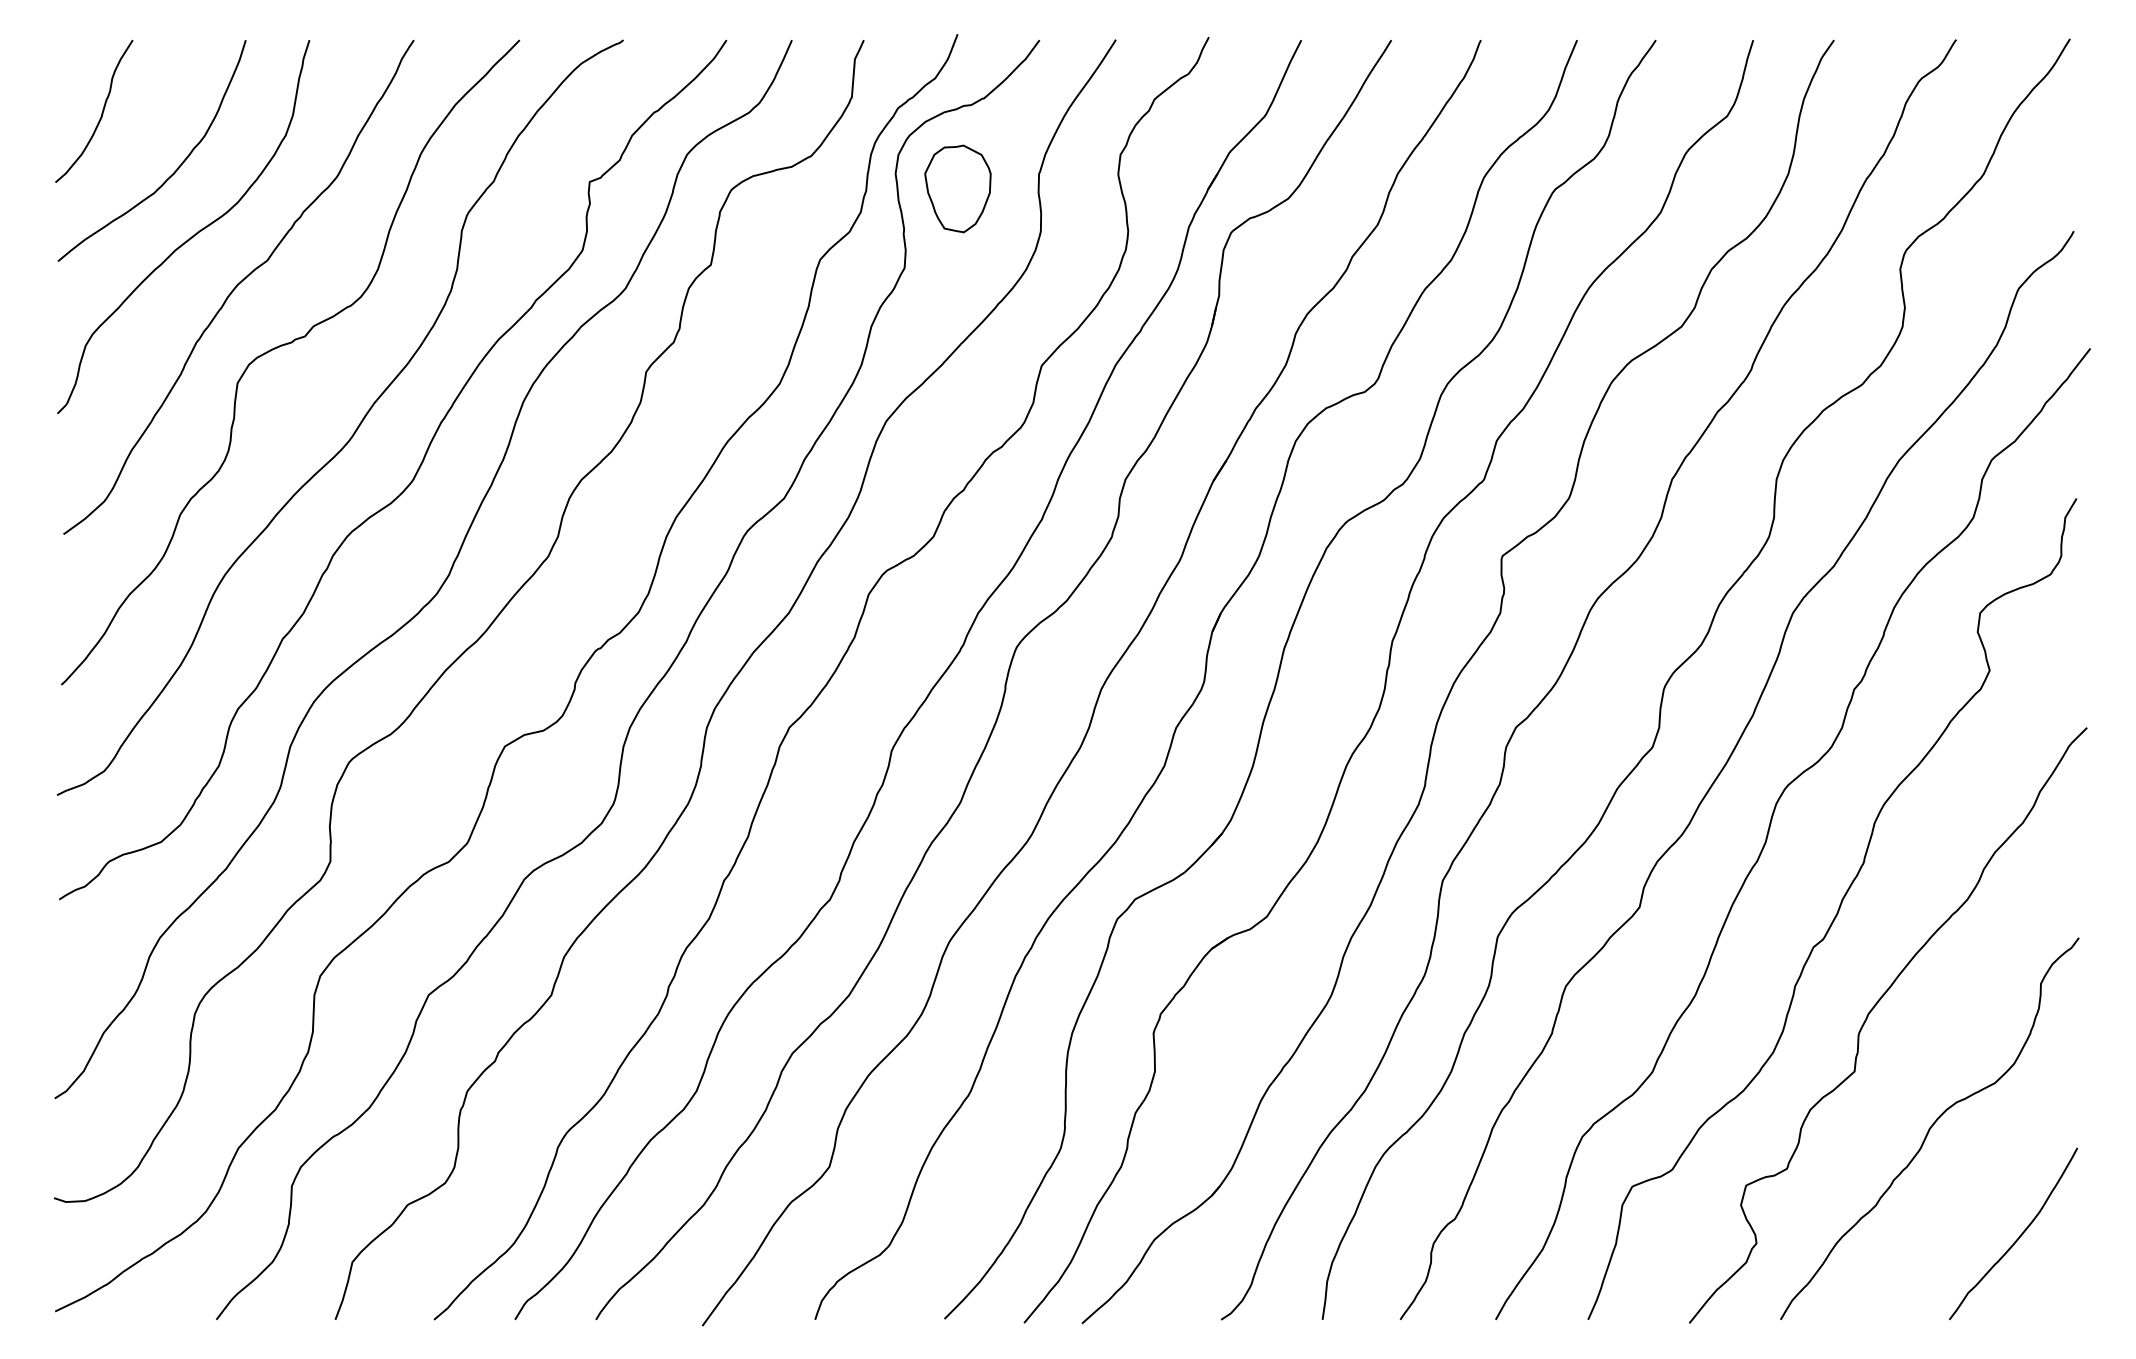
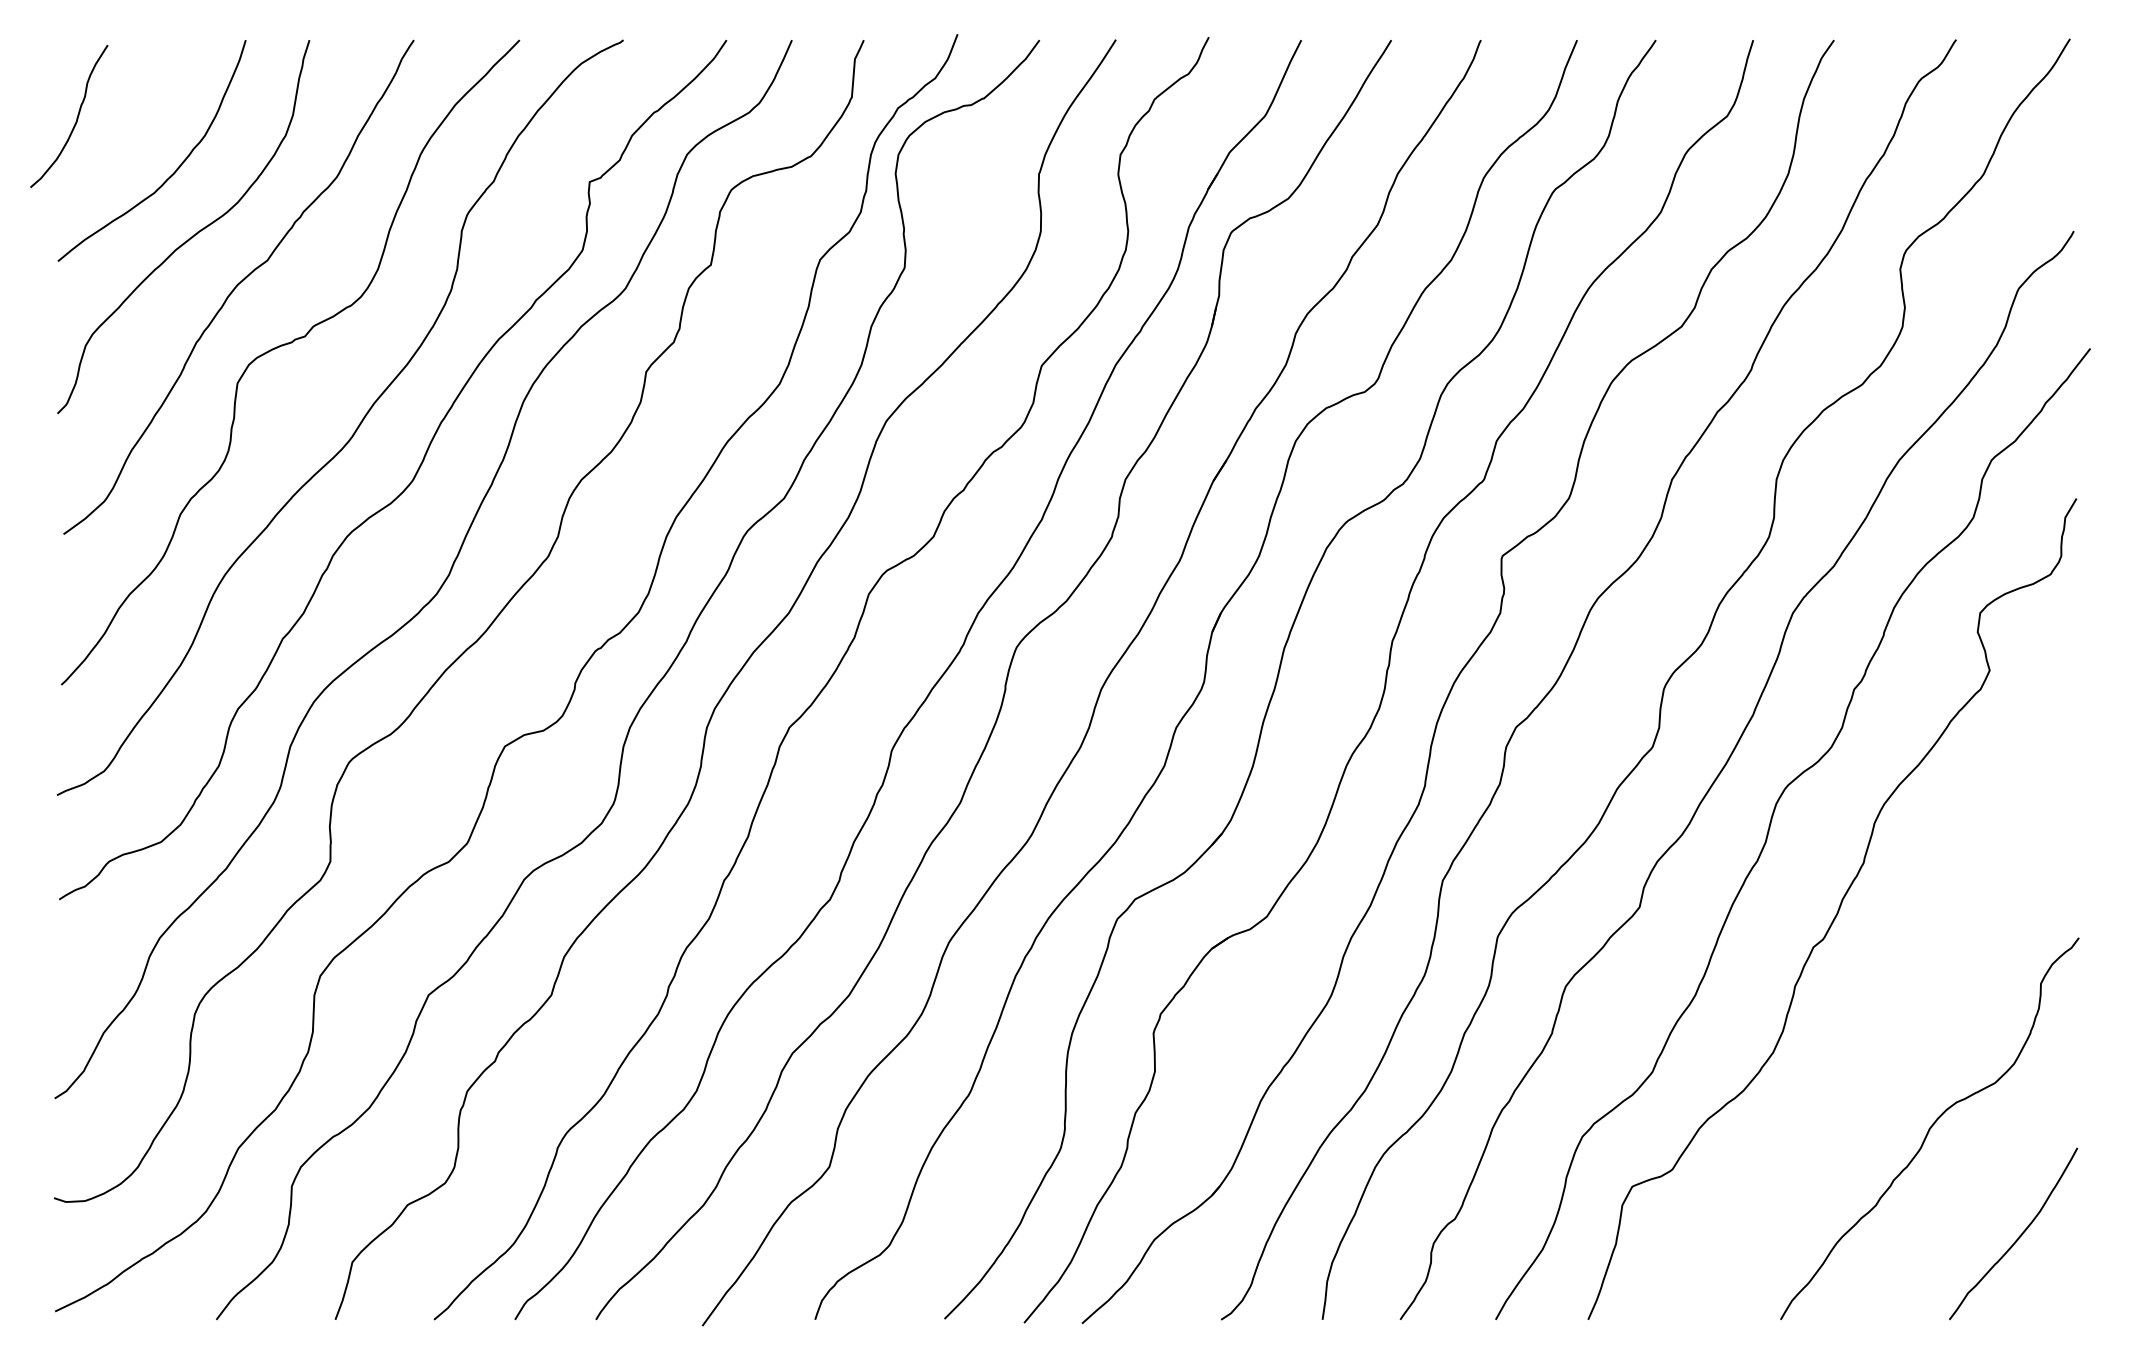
curve at (101, 112) position: (101, 112) -> (76, 117)
part at (957, 188): present -> none
curve at (1870, 1013): present -> none
